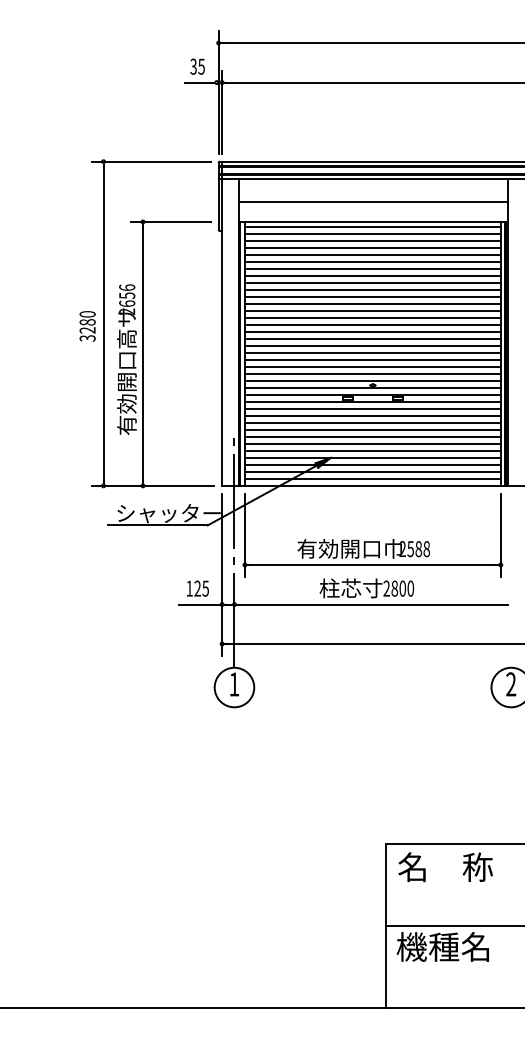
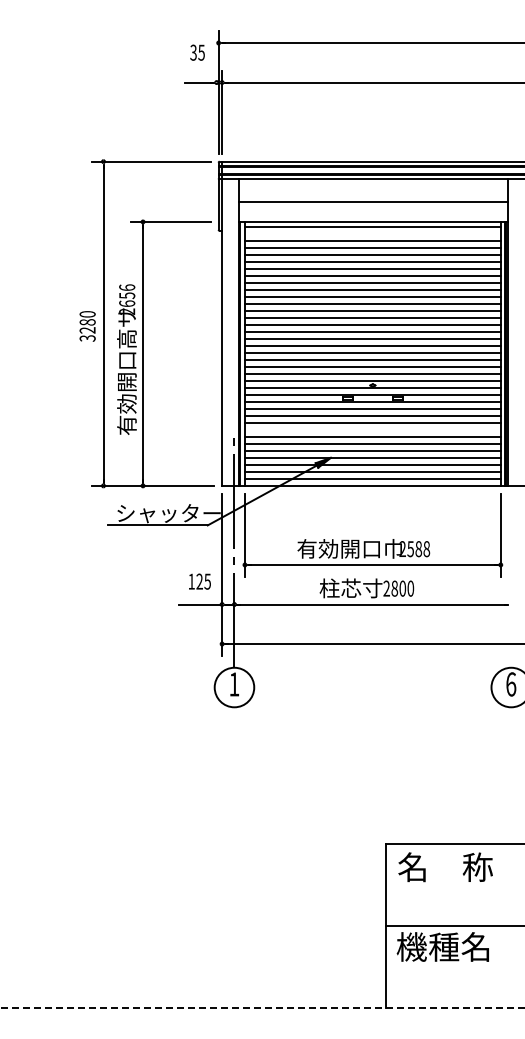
text at (197, 66) position: (197, 66) -> (197, 52)
line at (372, 233): present -> none
line at (372, 429): present -> none
text at (197, 588) position: (197, 588) -> (199, 581)
text at (511, 684): 2 -> 6
line at (262, 1007): solid -> dashed
